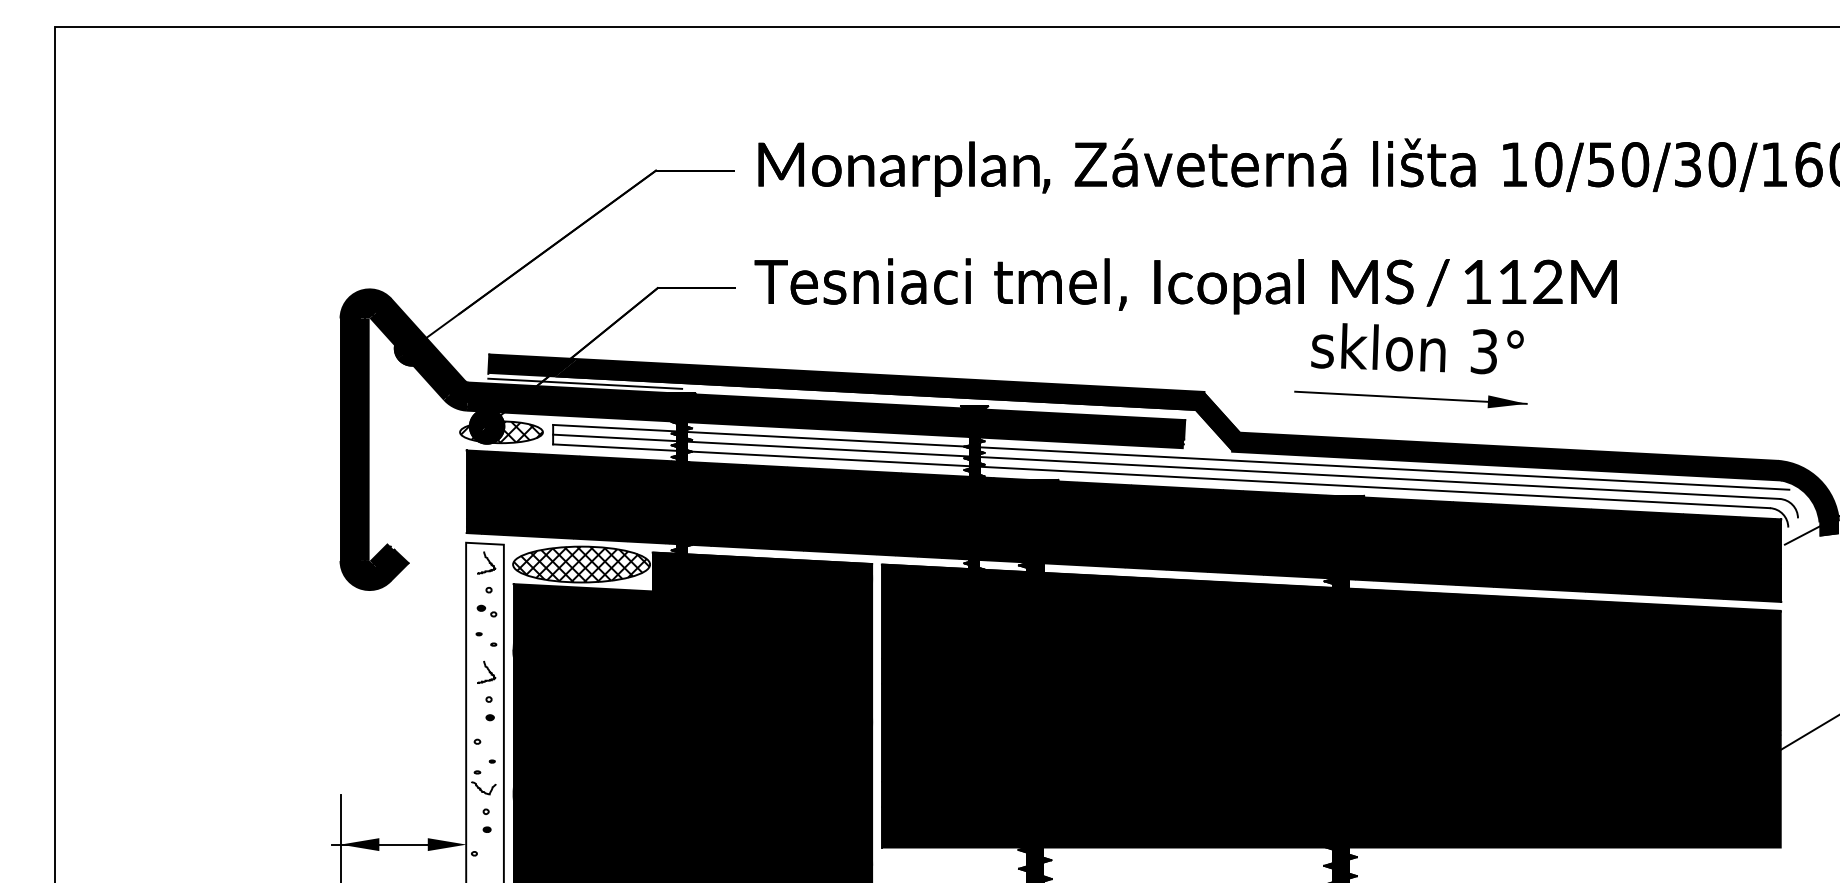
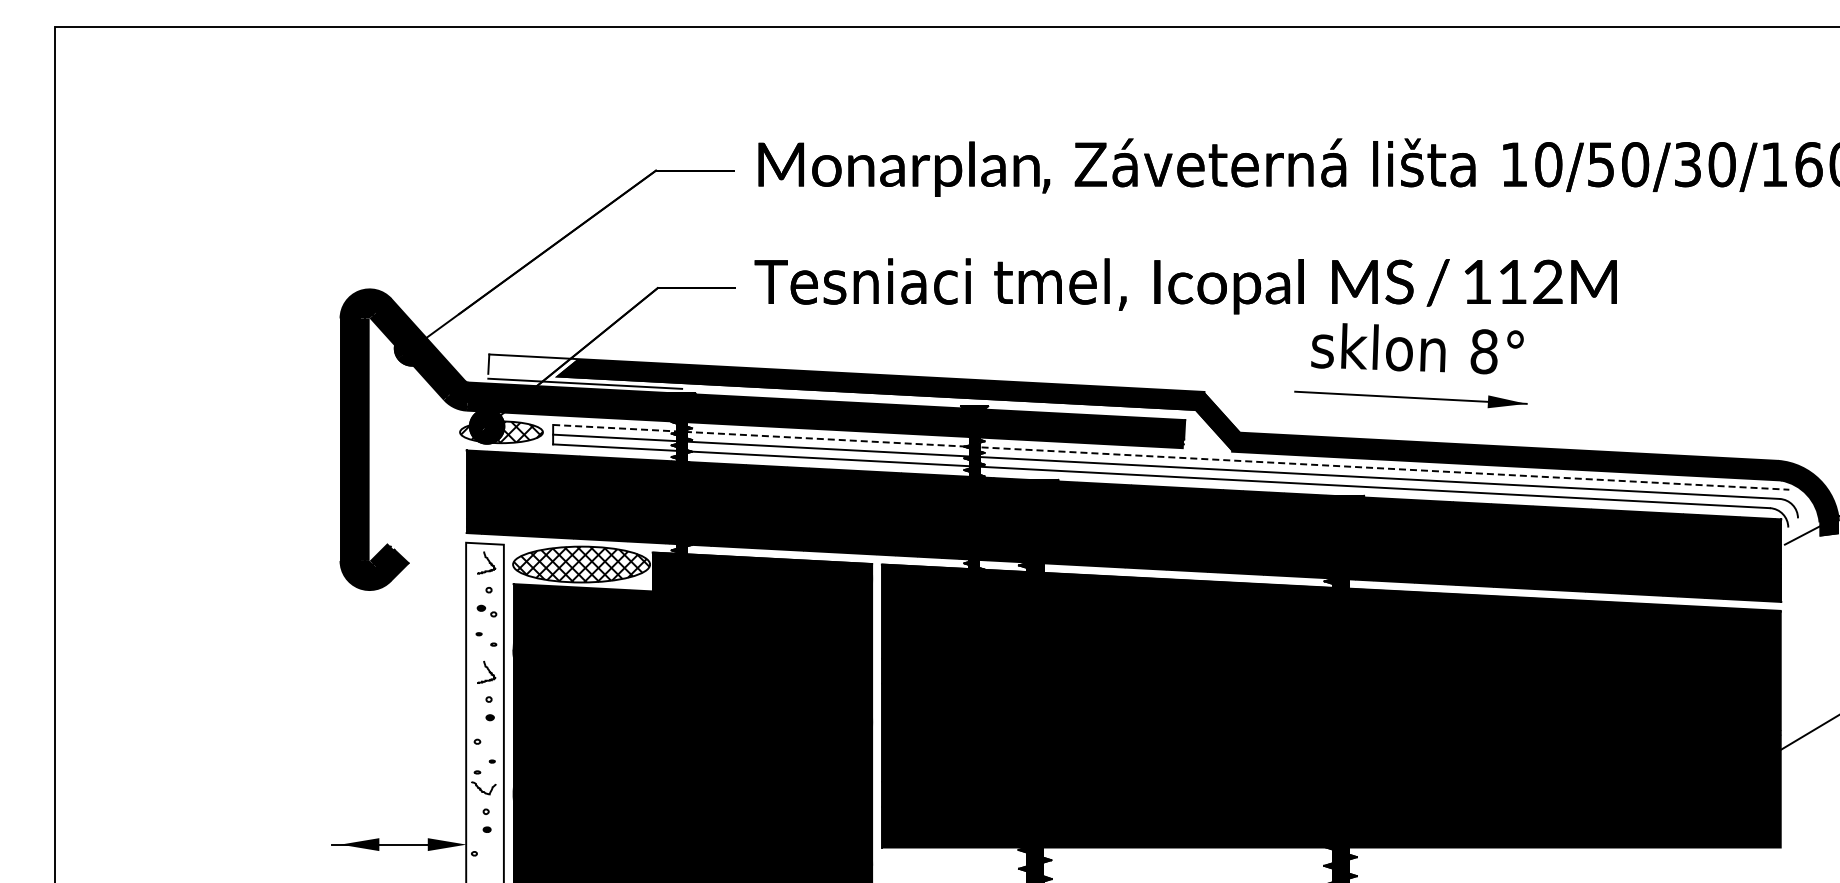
text at (1483, 351): 3° -> 8°
fill at (532, 365): present -> none
line at (1171, 457): solid -> dashed
line at (340, 837): present -> none
